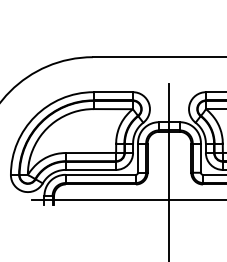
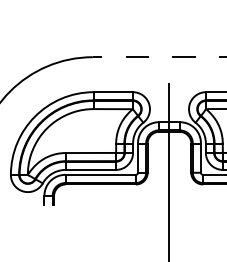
line at (159, 57): solid -> dashed
line at (127, 200): present -> none
